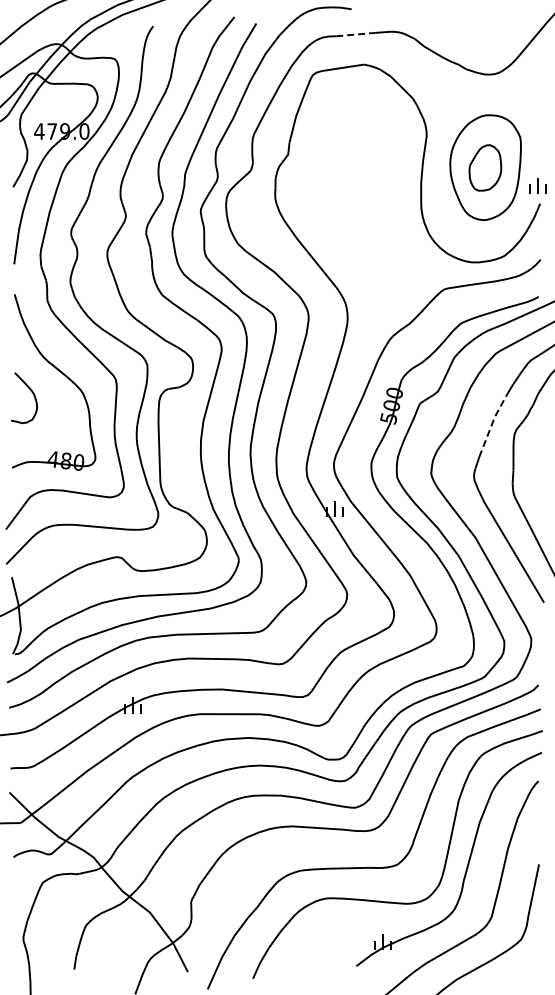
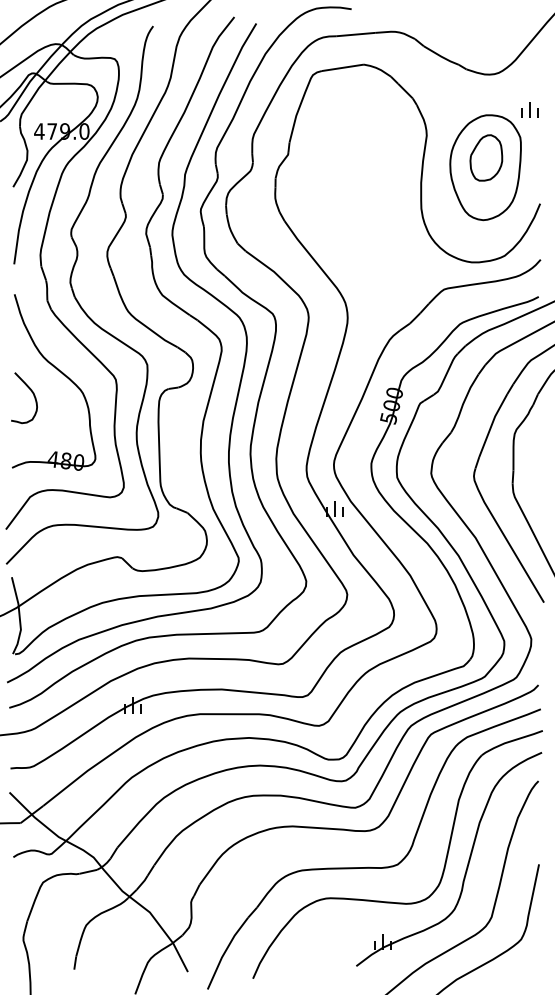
line at (355, 34): dashed -> solid
part at (485, 167) position: (485, 167) -> (486, 157)
part at (537, 185) position: (537, 185) -> (529, 109)
line at (492, 423): dashed -> solid
